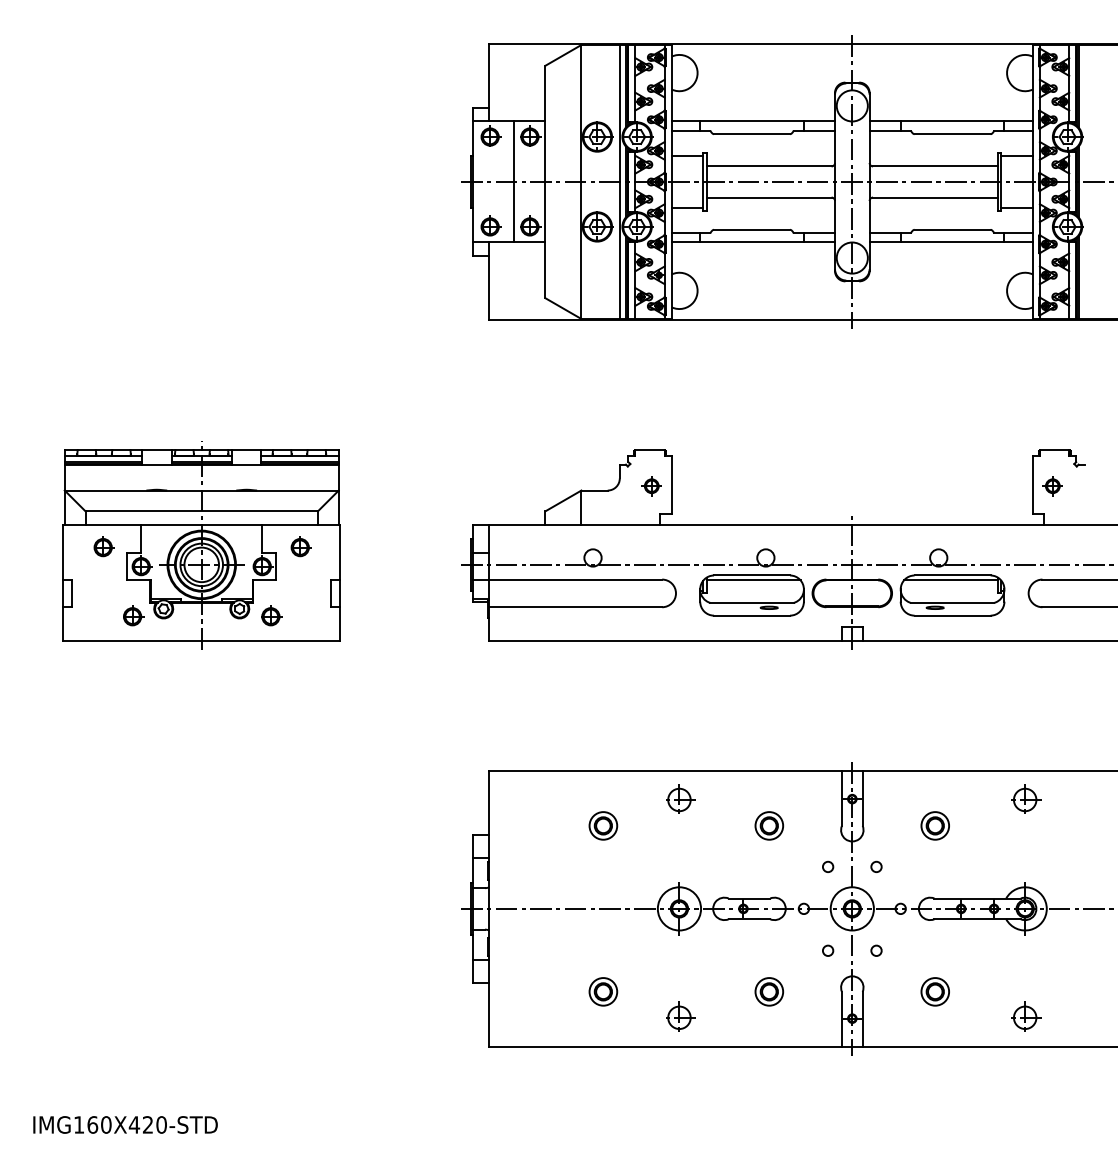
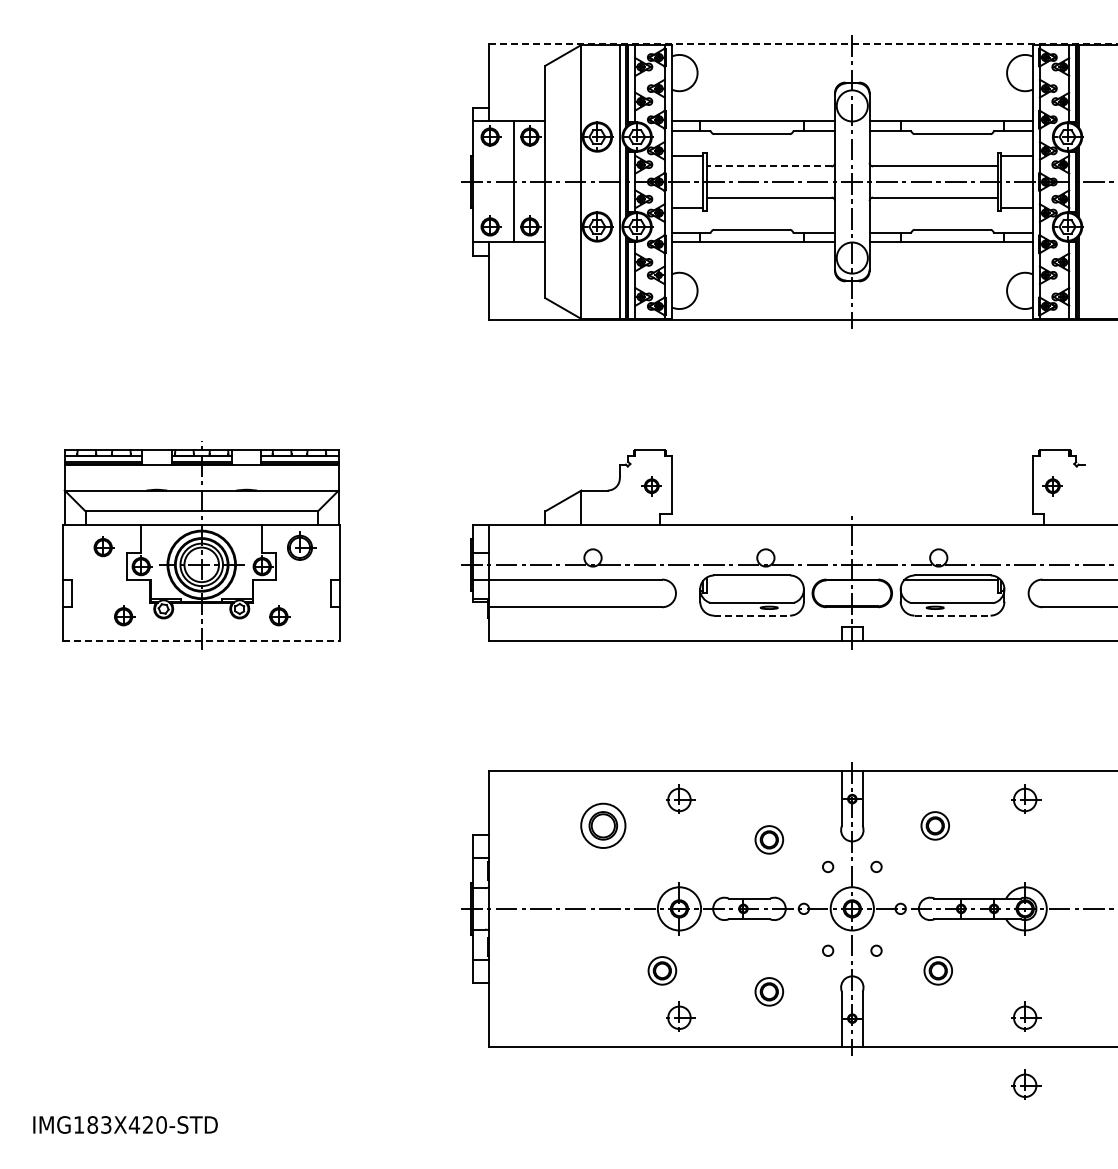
line at (803, 43): solid -> dashed
line at (769, 166): solid -> dashed
part at (300, 546) size: 22x22 px -> 30x30 px
line at (753, 580): present -> none
part at (133, 615) position: (133, 615) -> (124, 615)
part at (271, 615) position: (271, 615) -> (279, 615)
line at (752, 615): solid -> dashed
line at (953, 615): solid -> dashed
line at (202, 640): solid -> dashed
part at (603, 825) size: 31x30 px -> 47x47 px
part at (769, 825) position: (769, 825) -> (769, 839)
part at (603, 991) position: (603, 991) -> (662, 970)
part at (934, 991) position: (934, 991) -> (937, 970)
part at (1026, 1084): none -> present
text at (99, 1124): IMG160X420-STD -> IMG183X420-STD
